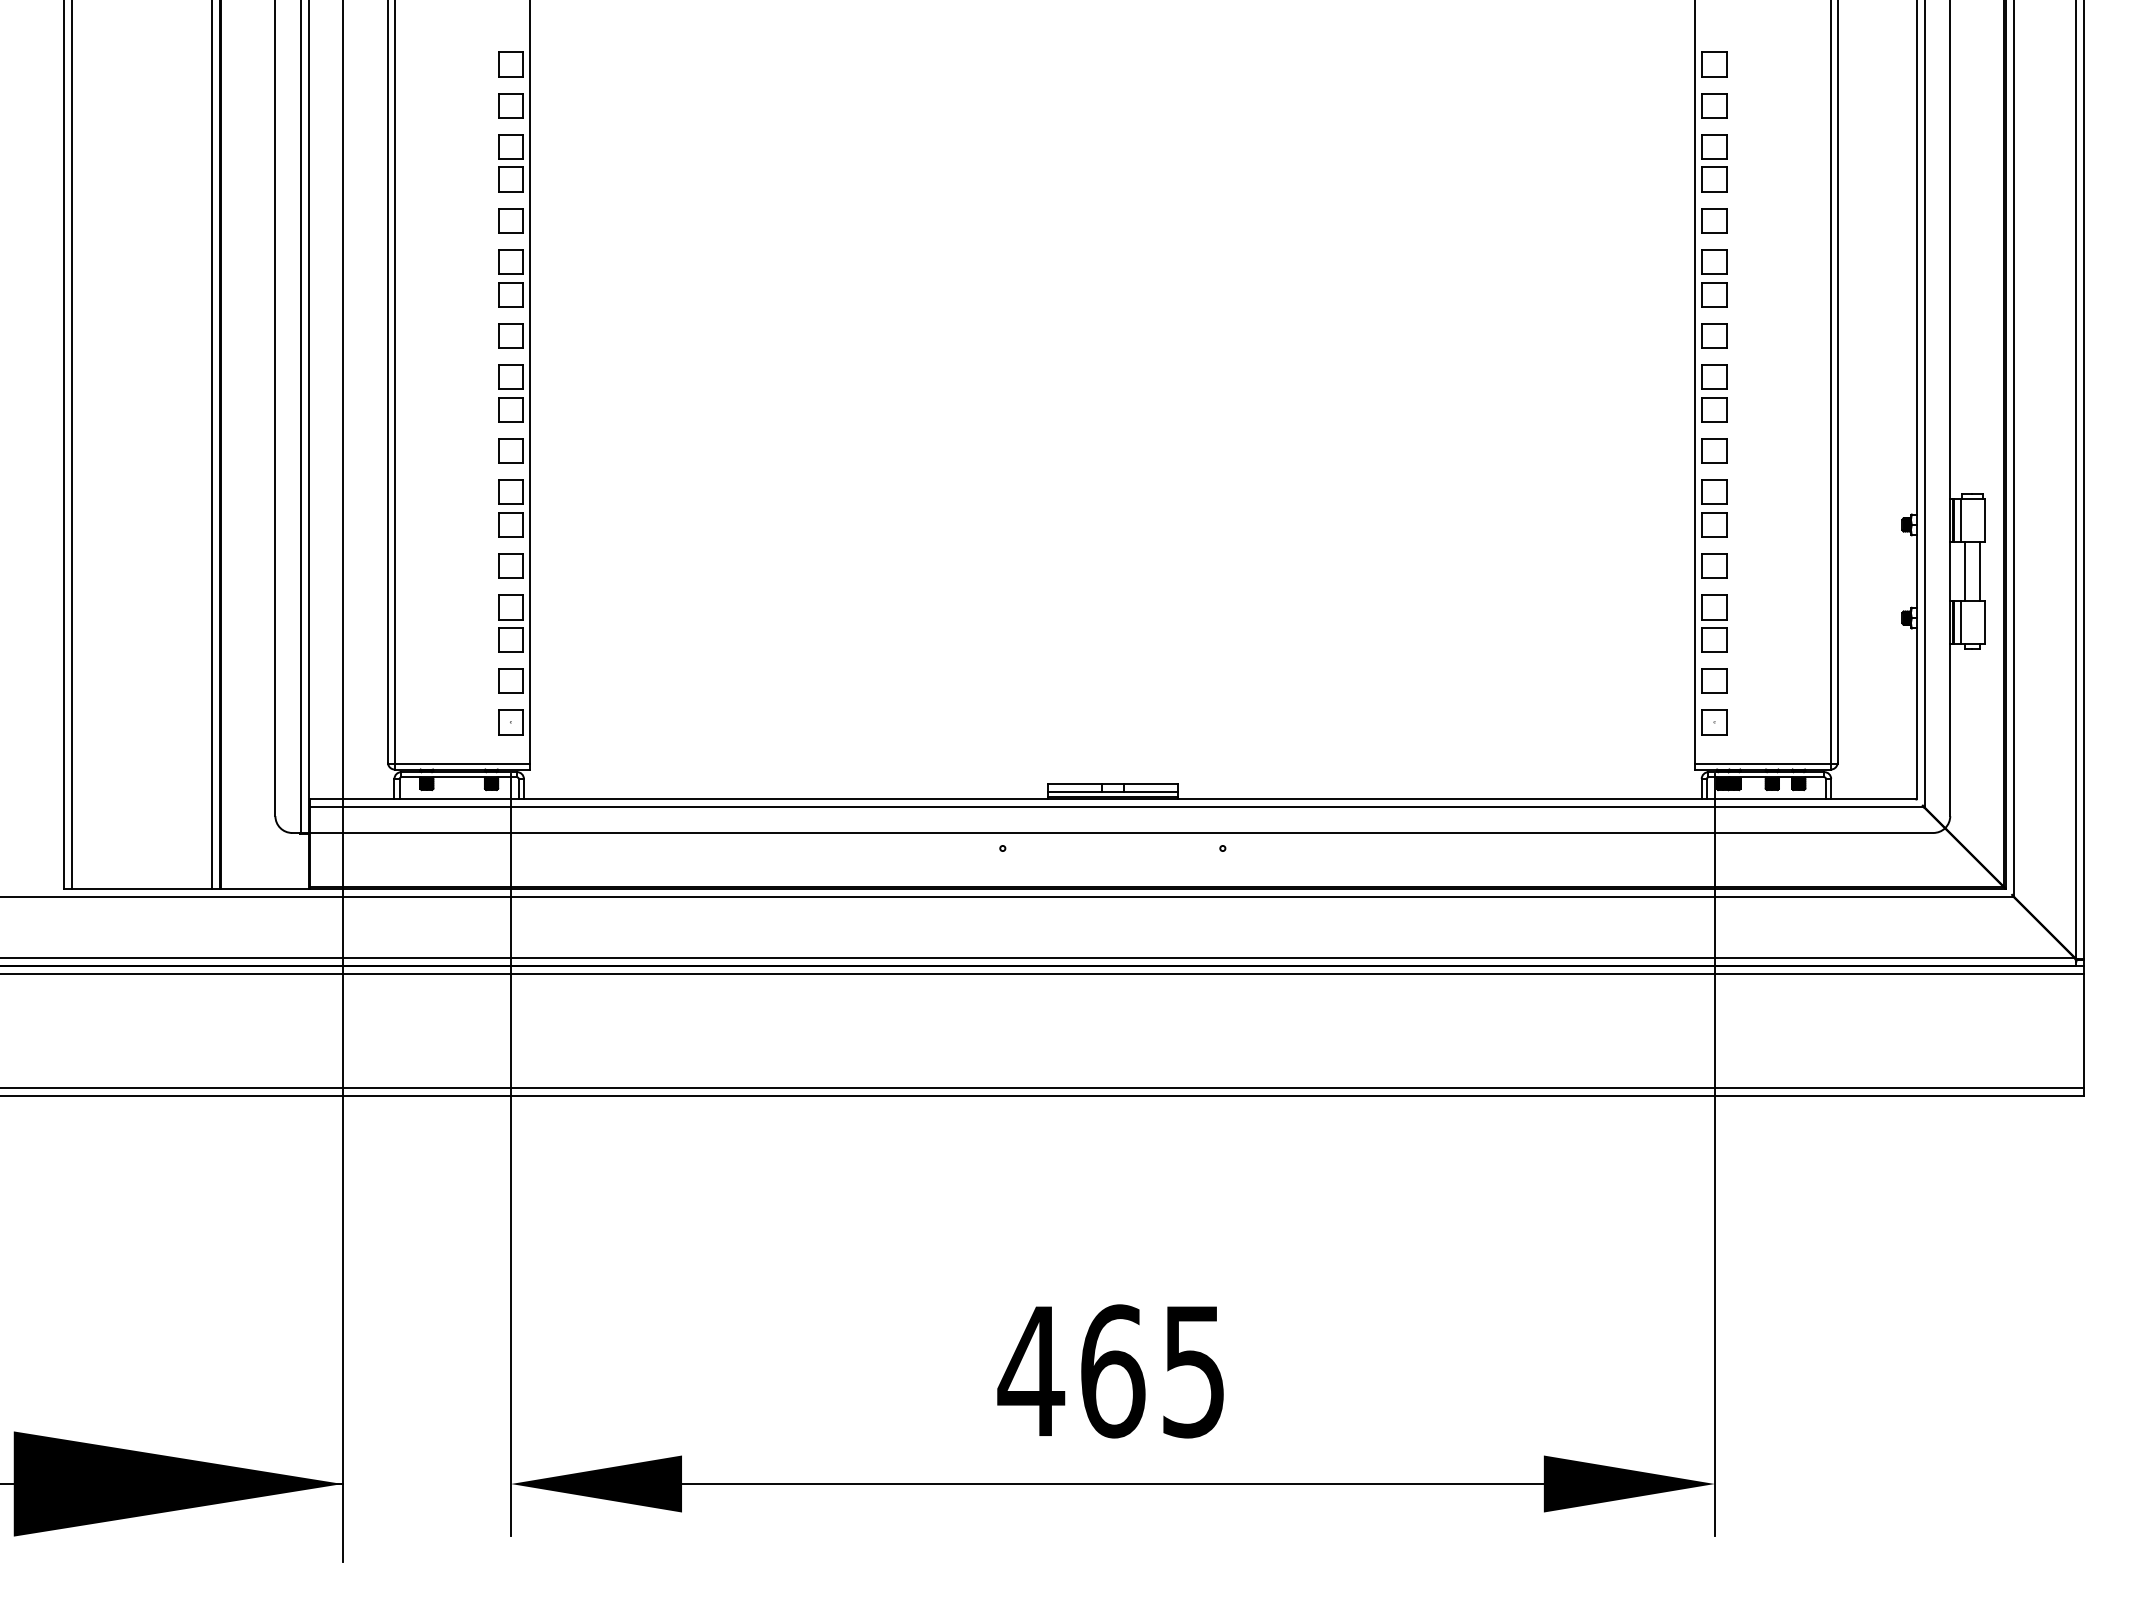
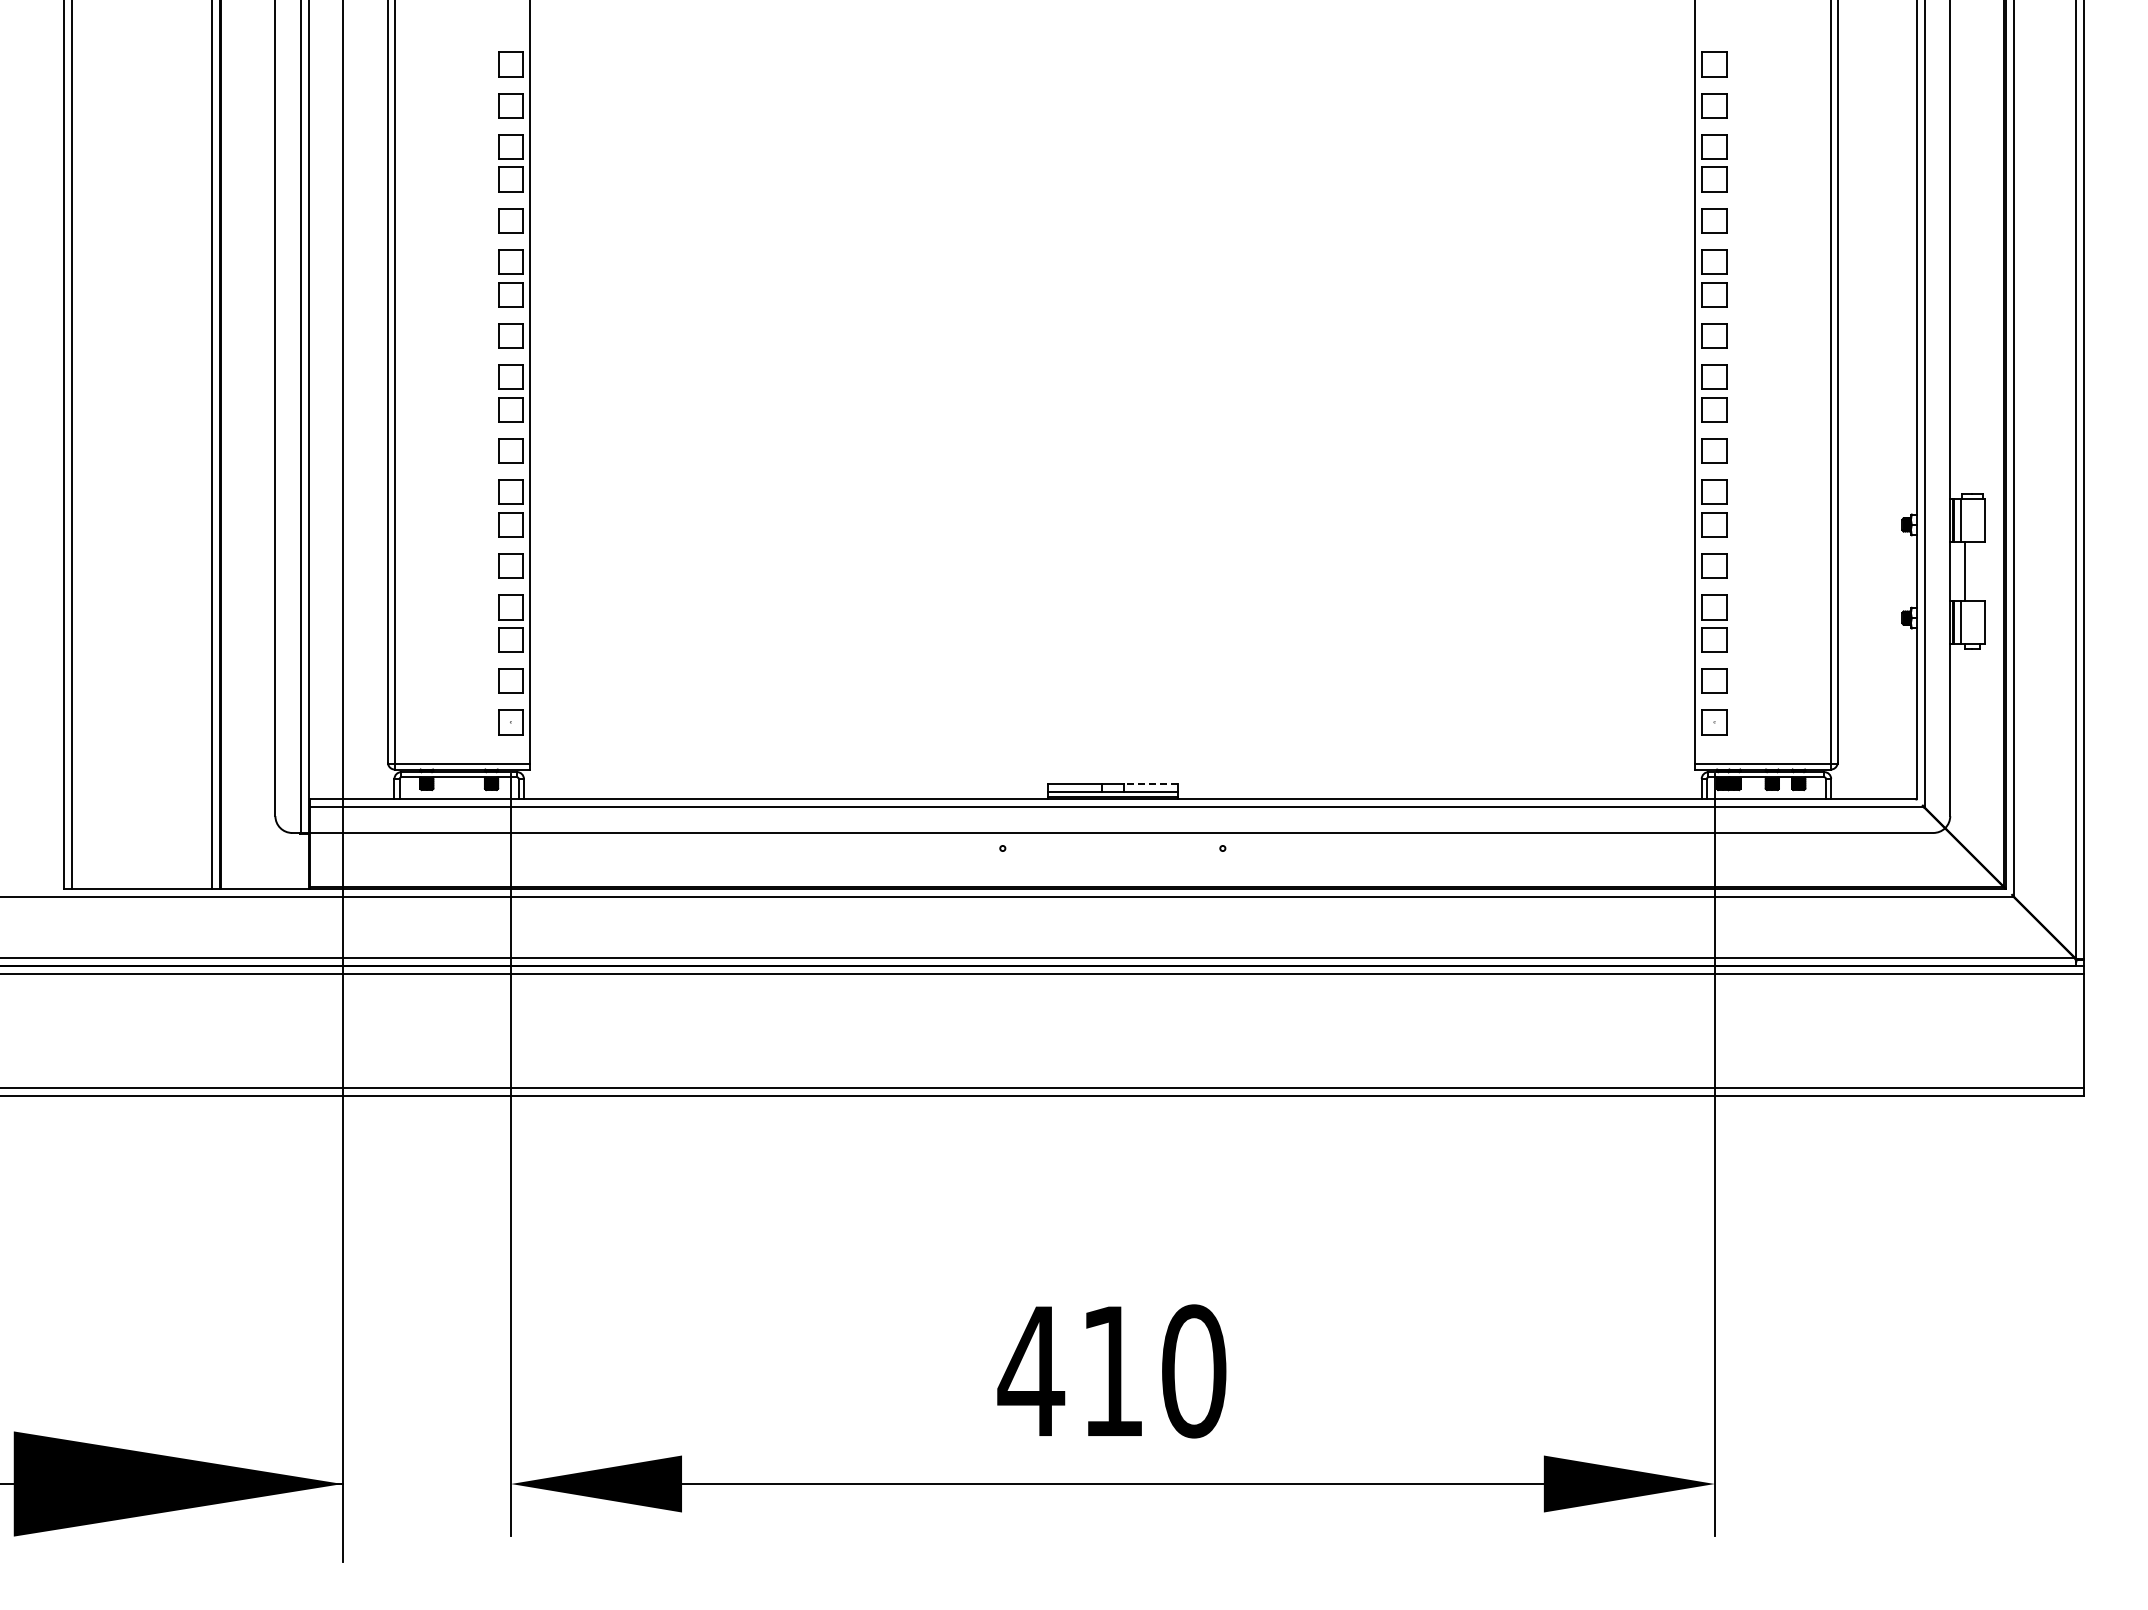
line at (1979, 571): present -> none
line at (1150, 783): solid -> dashed
text at (1153, 1371): 465 -> 410
